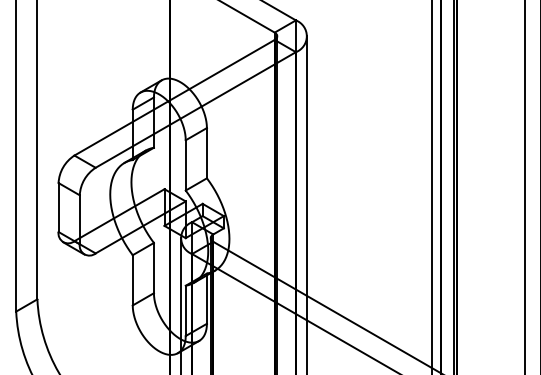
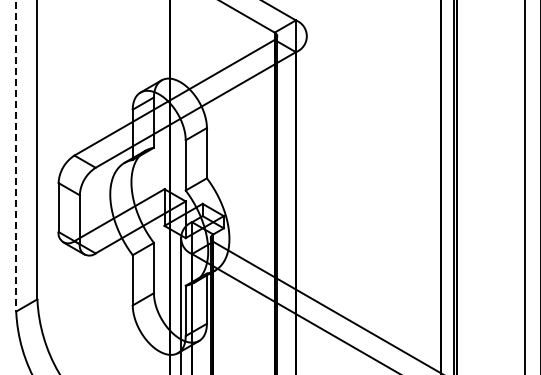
line at (16, 156): solid -> dashed
line at (431, 186): present -> none
line at (307, 203): present -> none
